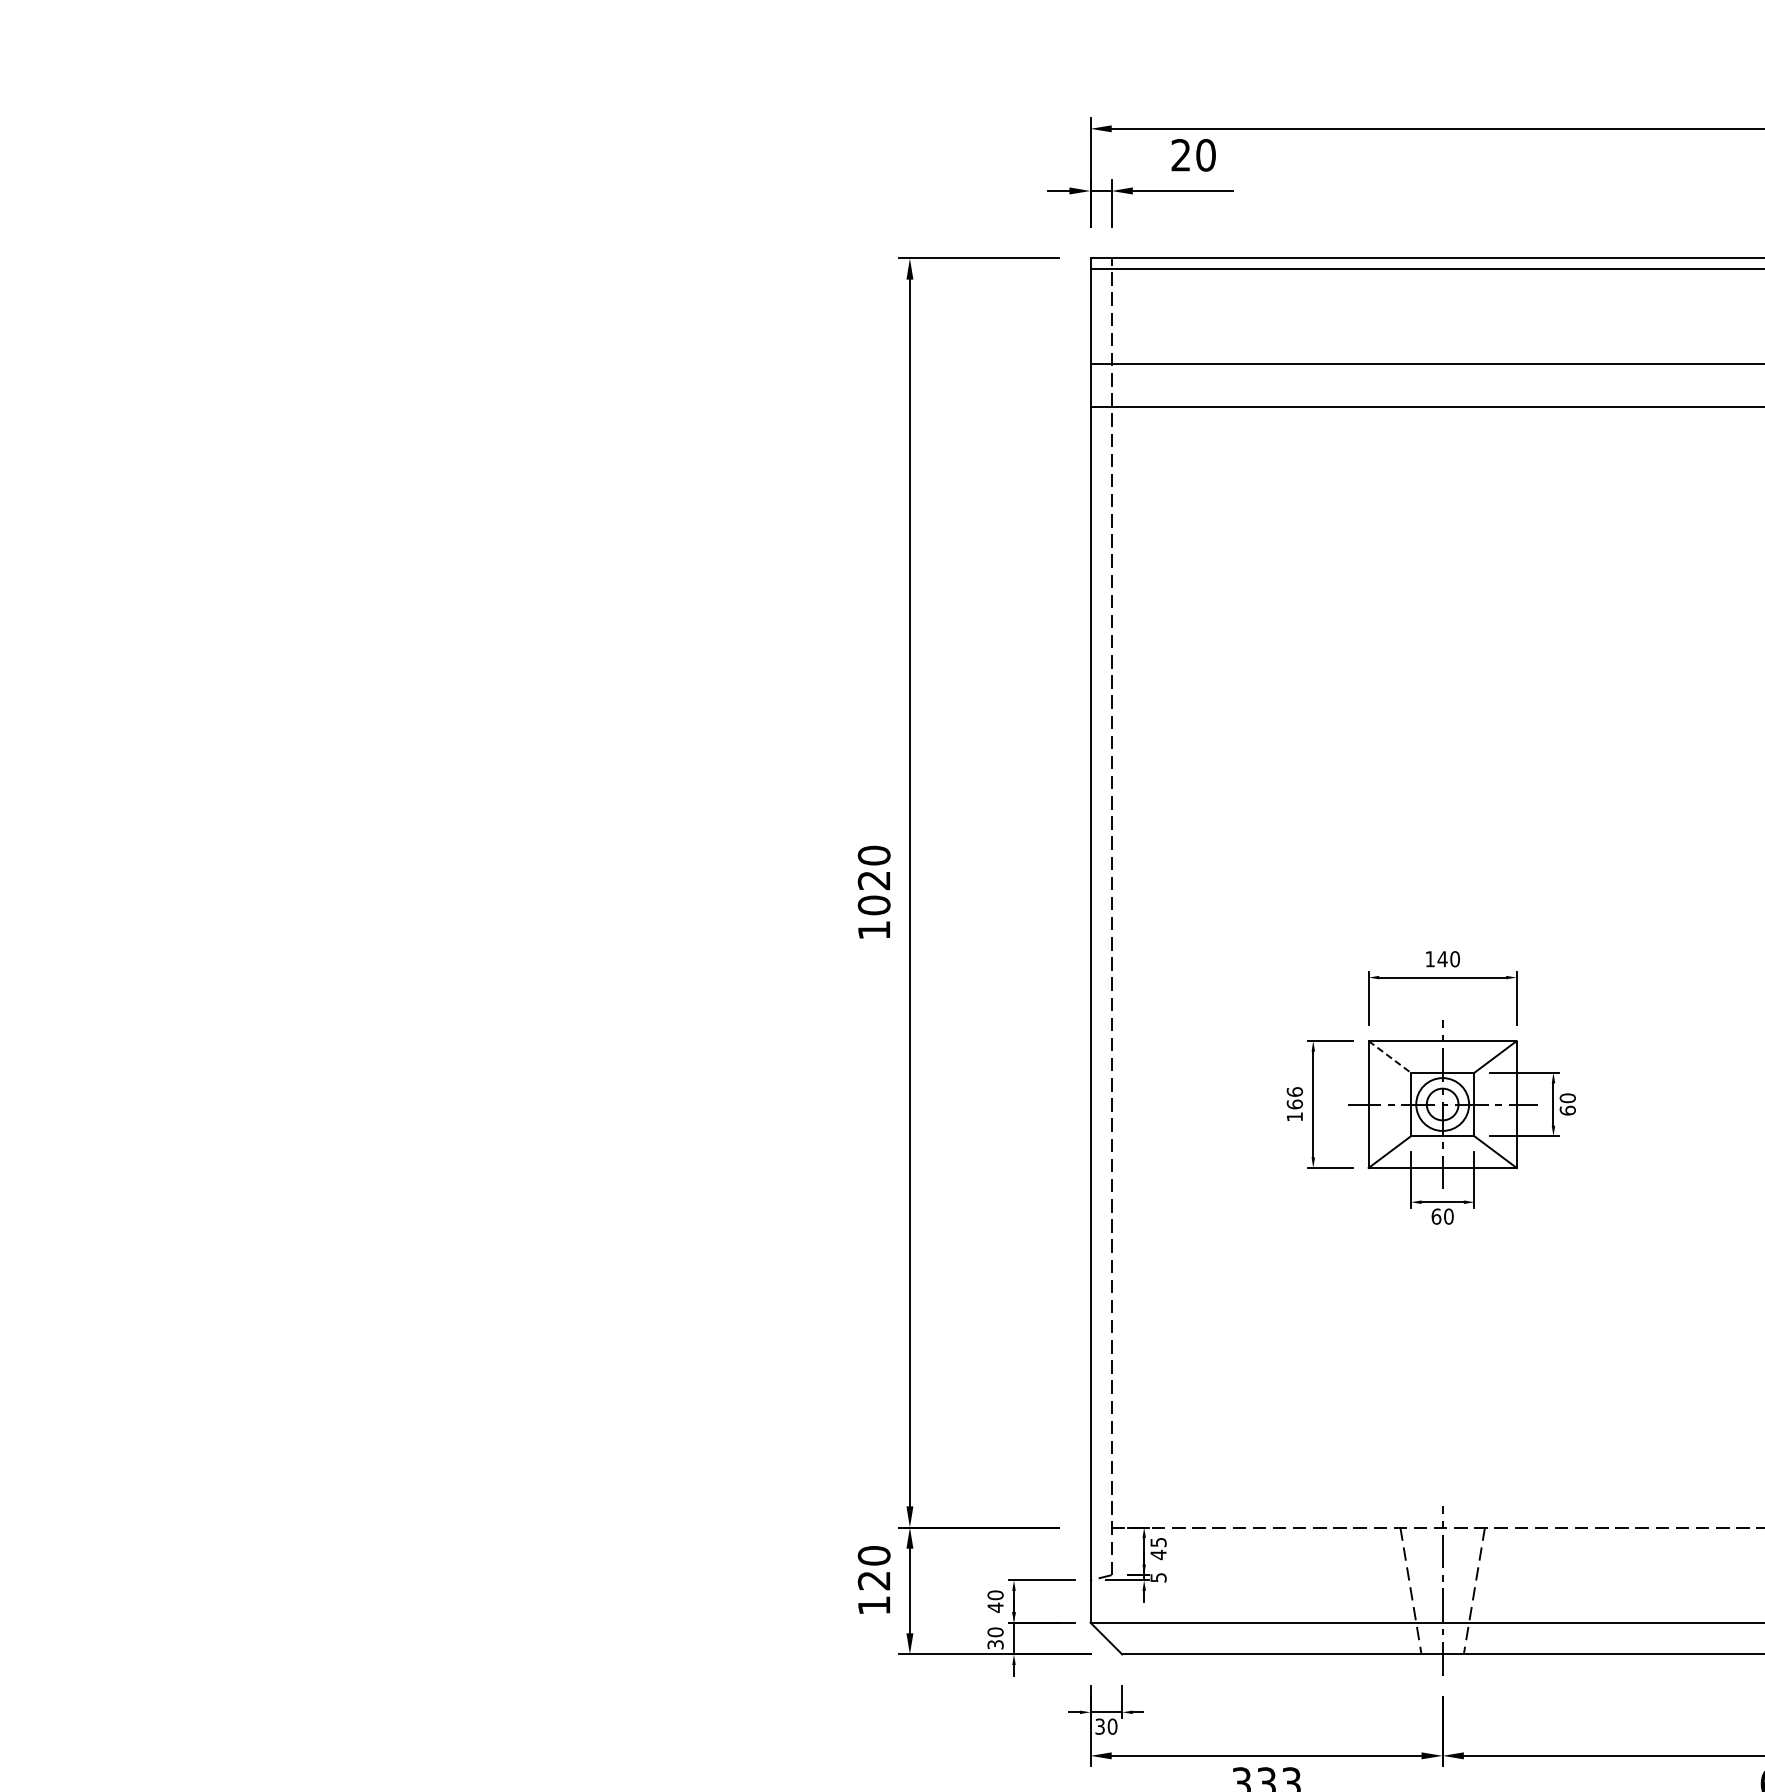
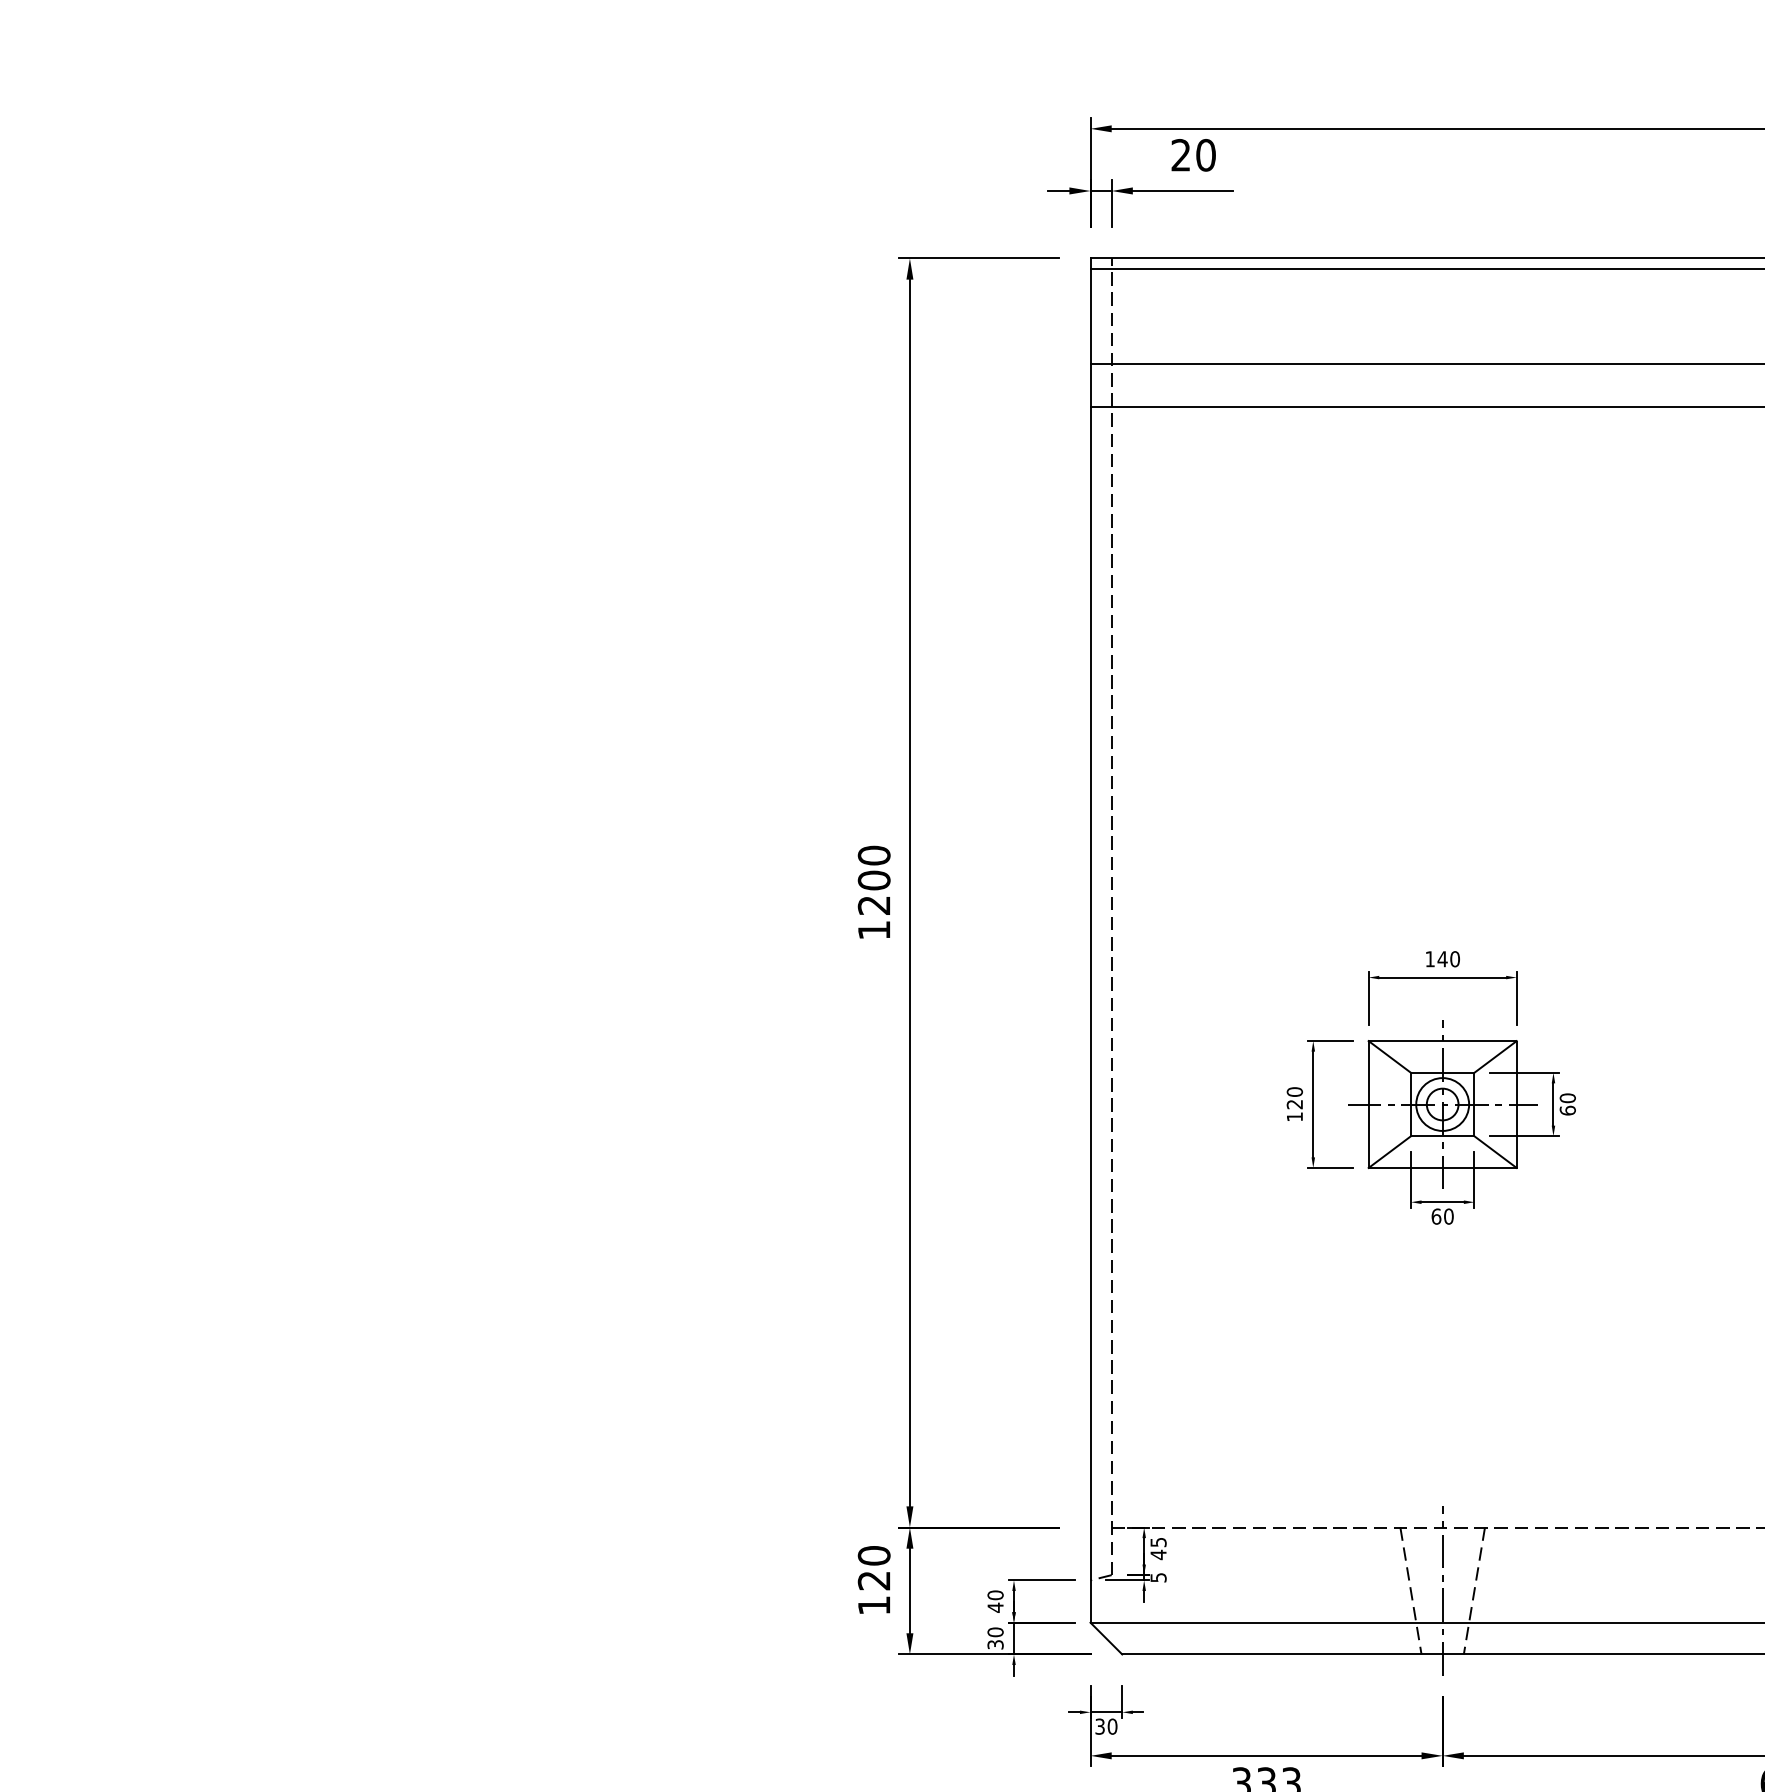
text at (873, 892): 1020 -> 1200
line at (1390, 1057): dashed -> solid
text at (1294, 1098): 166 -> 120
